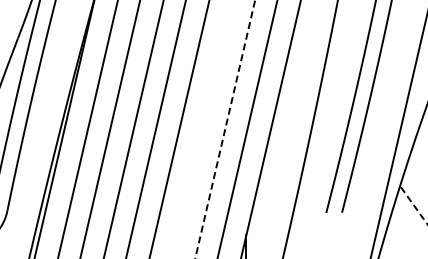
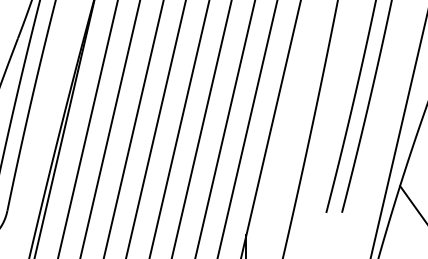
line at (201, 128): none -> present
line at (225, 128): dashed -> solid
line at (413, 204): dashed -> solid
